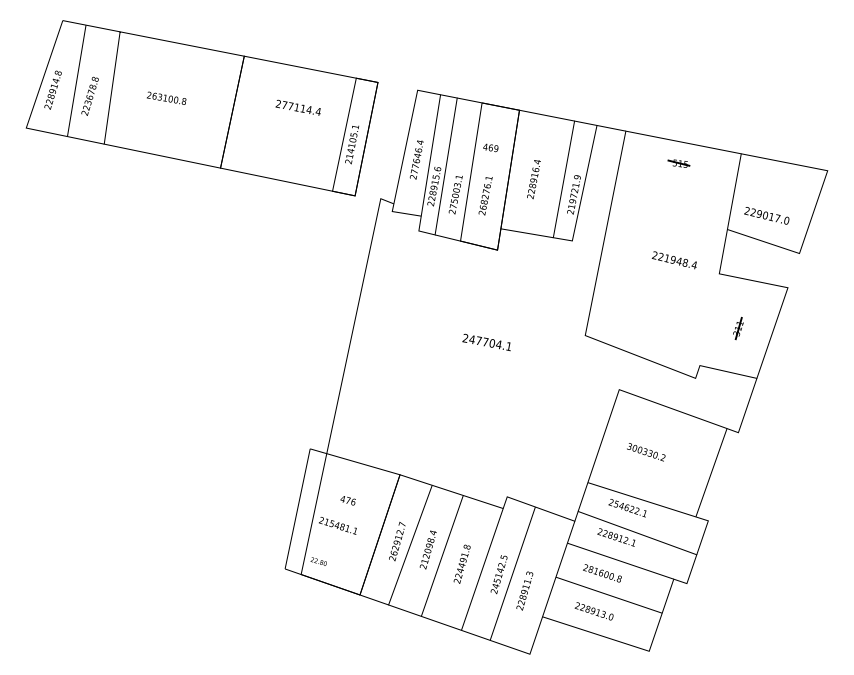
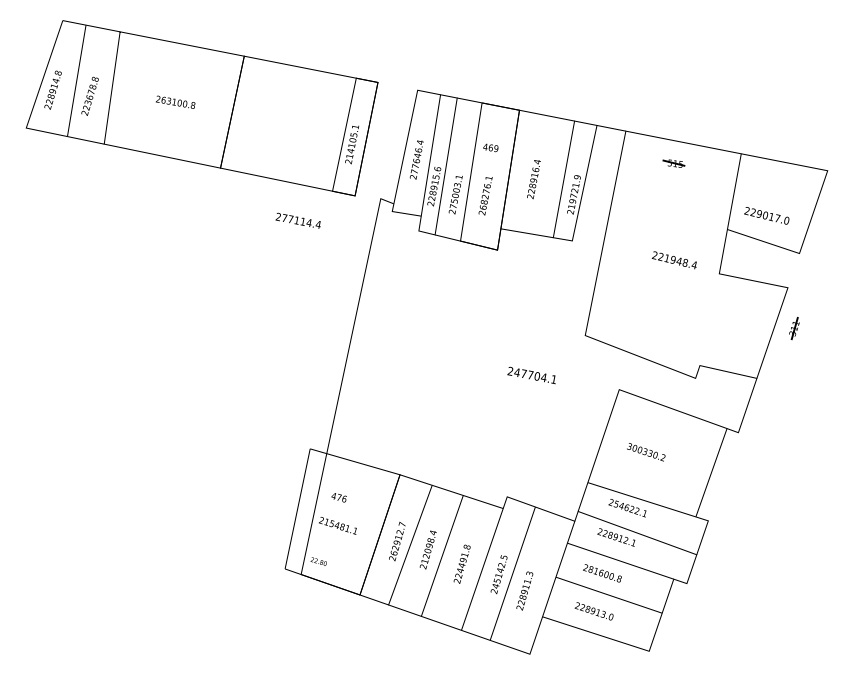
text at (166, 97) position: (166, 97) -> (175, 101)
text at (297, 107) position: (297, 107) -> (297, 220)
part at (678, 163) position: (678, 163) -> (673, 163)
part at (738, 328) position: (738, 328) -> (794, 328)
text at (486, 342) position: (486, 342) -> (531, 375)
text at (347, 500) position: (347, 500) -> (338, 497)
